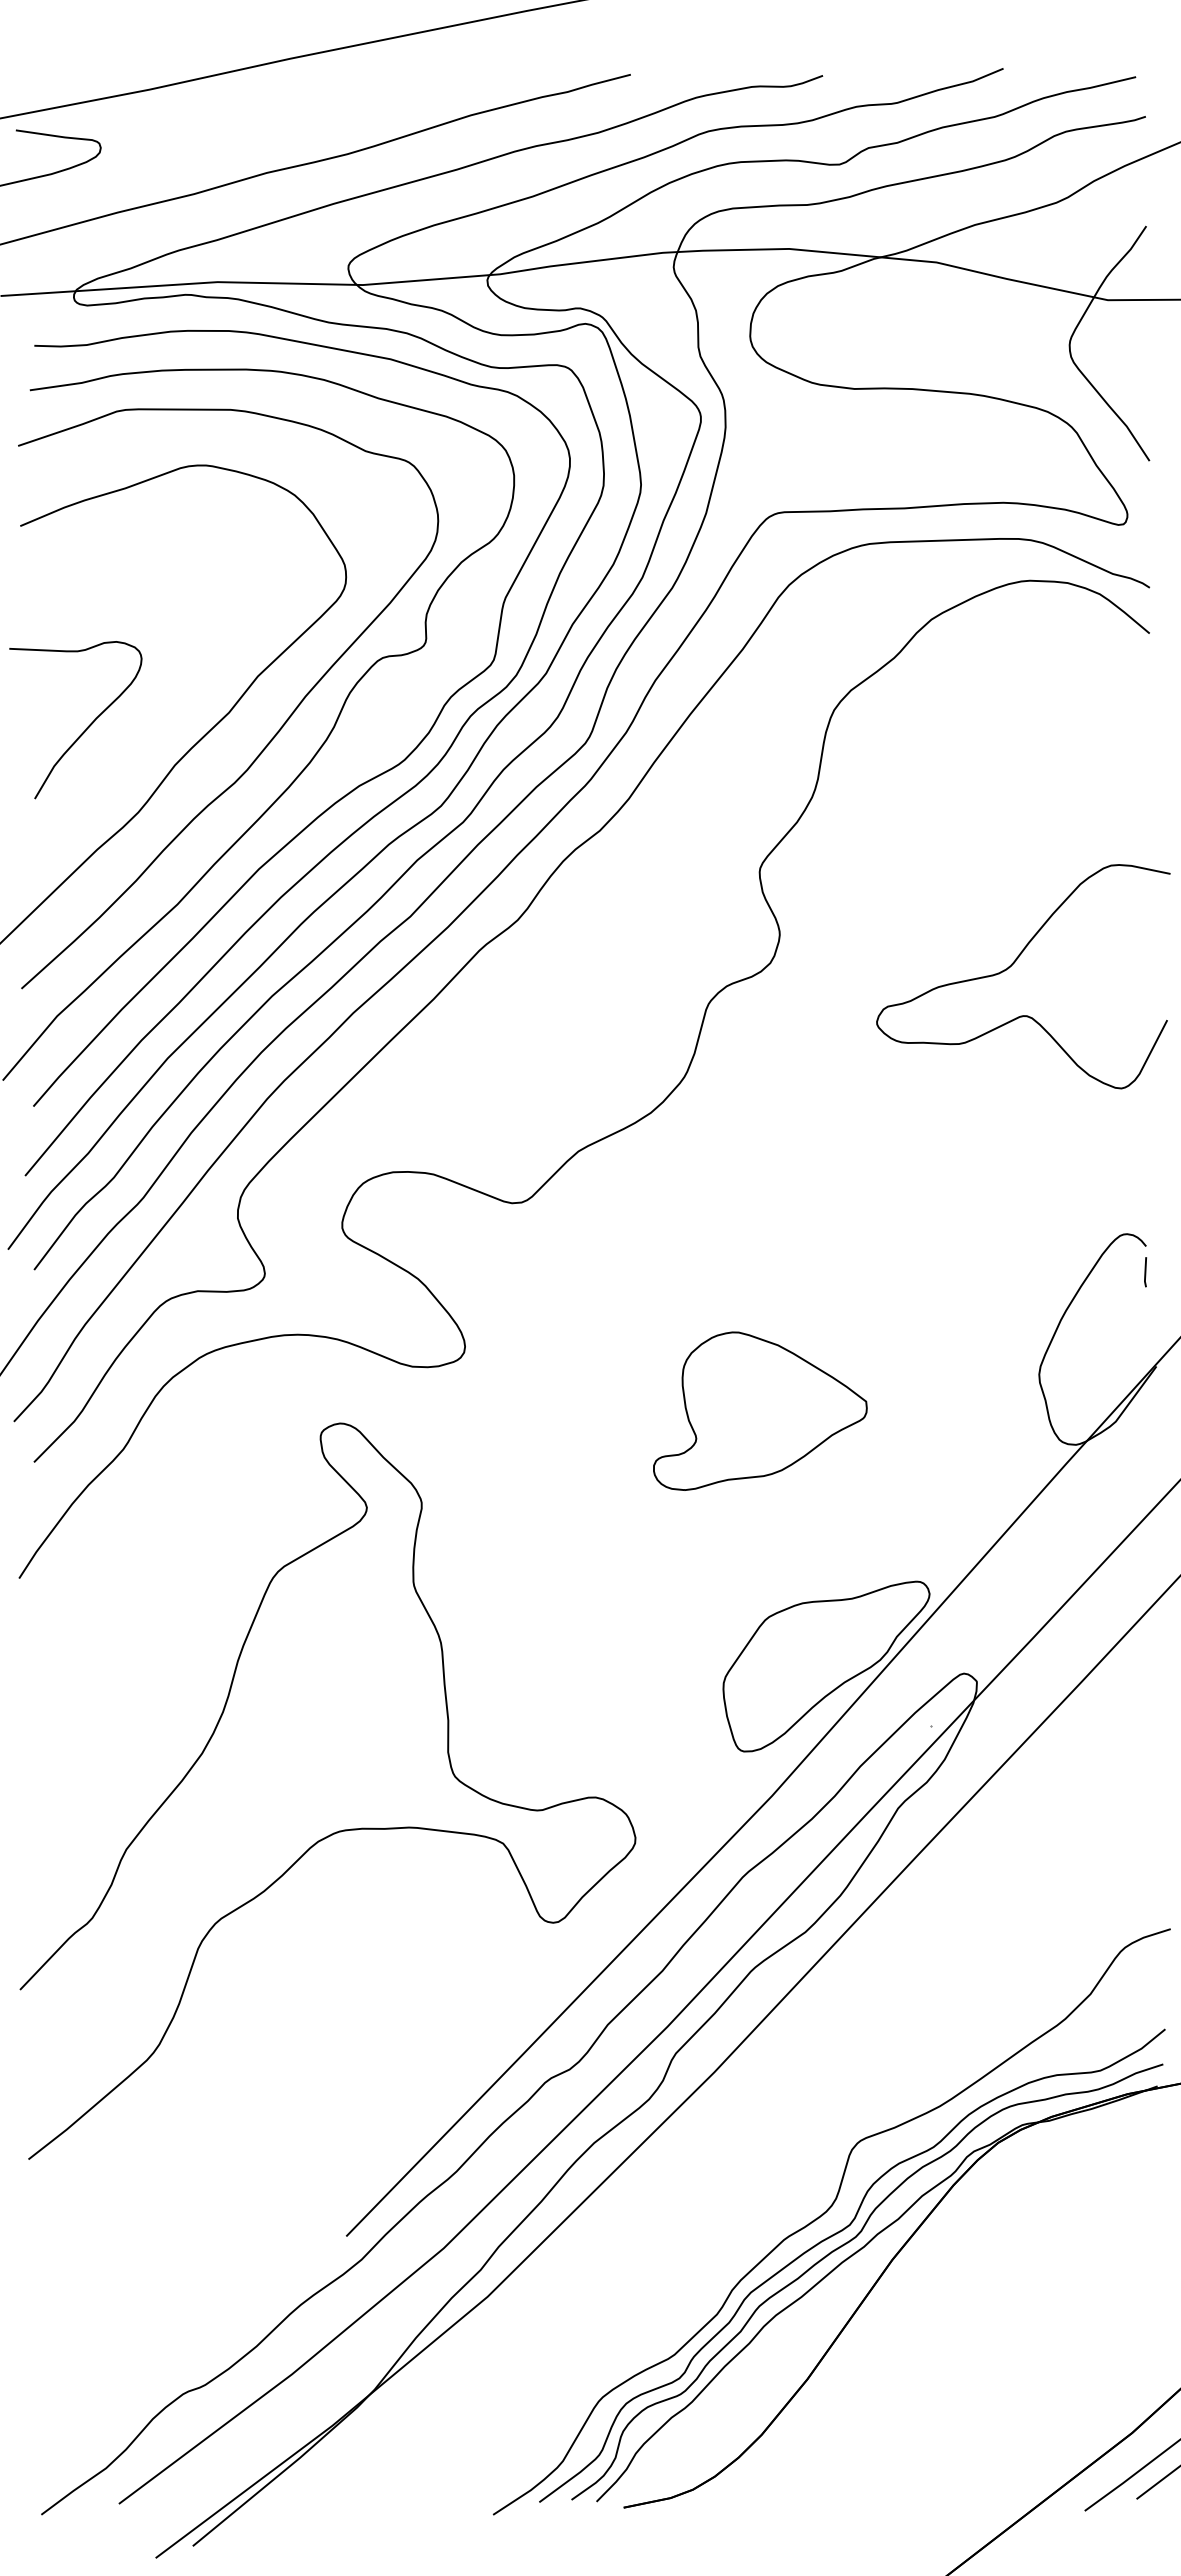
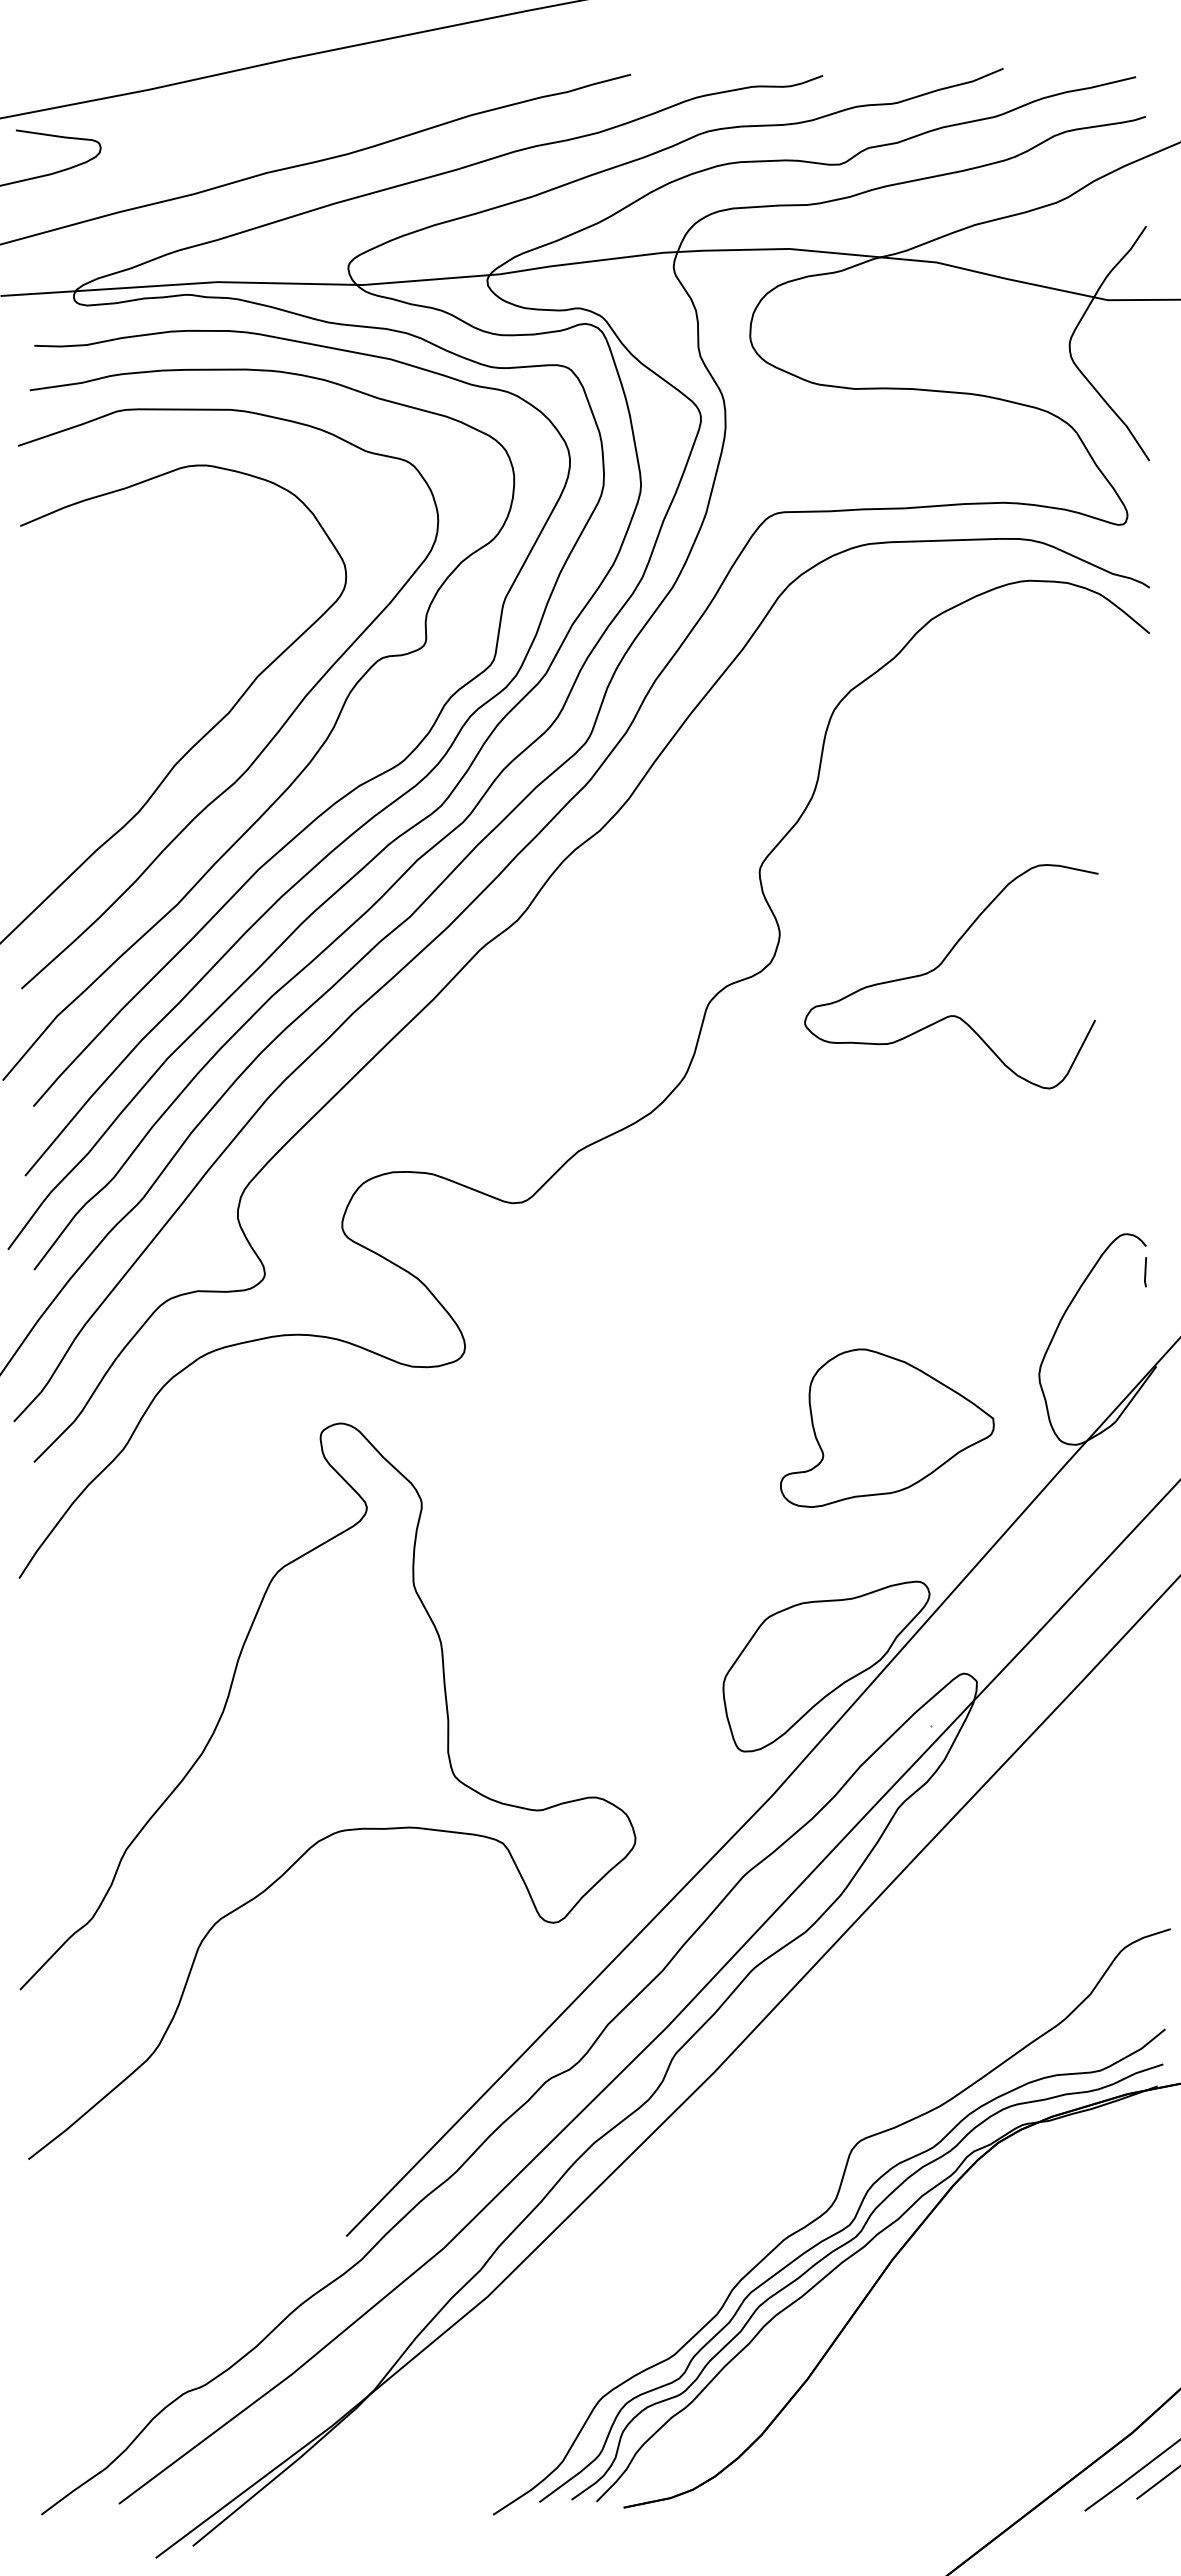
curve at (86, 727): present -> none
curve at (1012, 965) position: (1012, 965) -> (940, 965)
part at (760, 1410) position: (760, 1410) -> (887, 1427)
